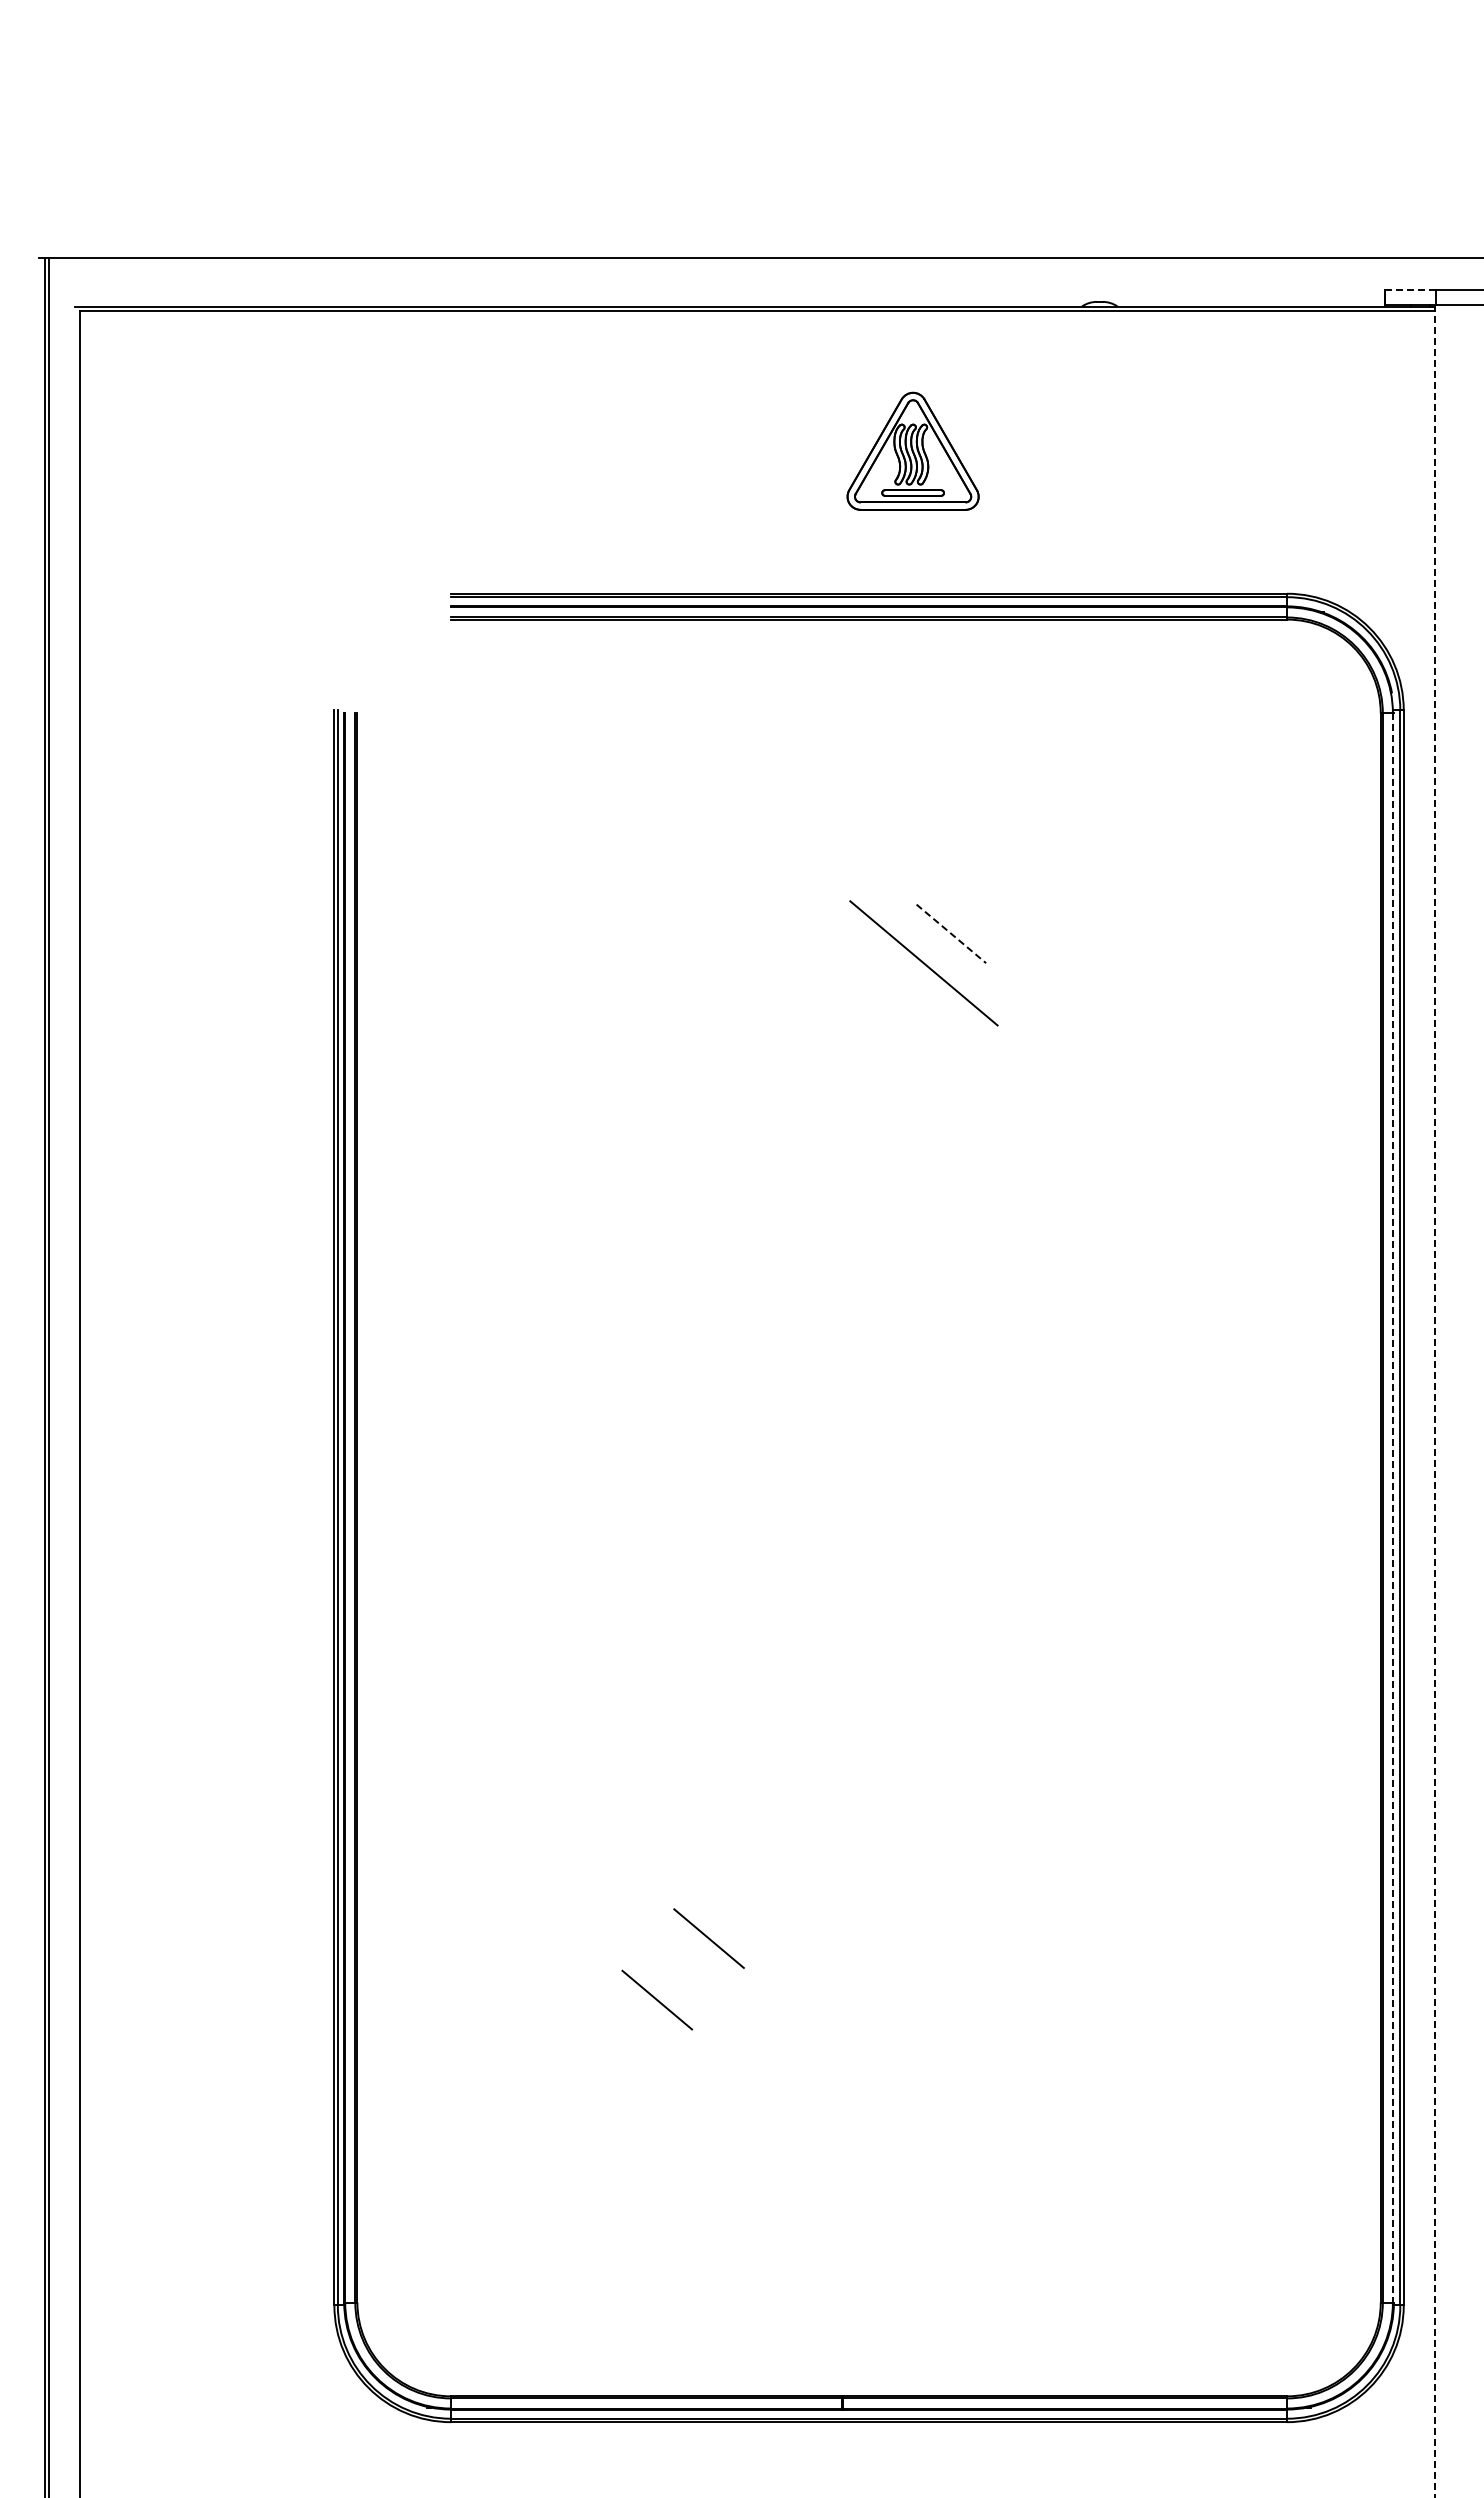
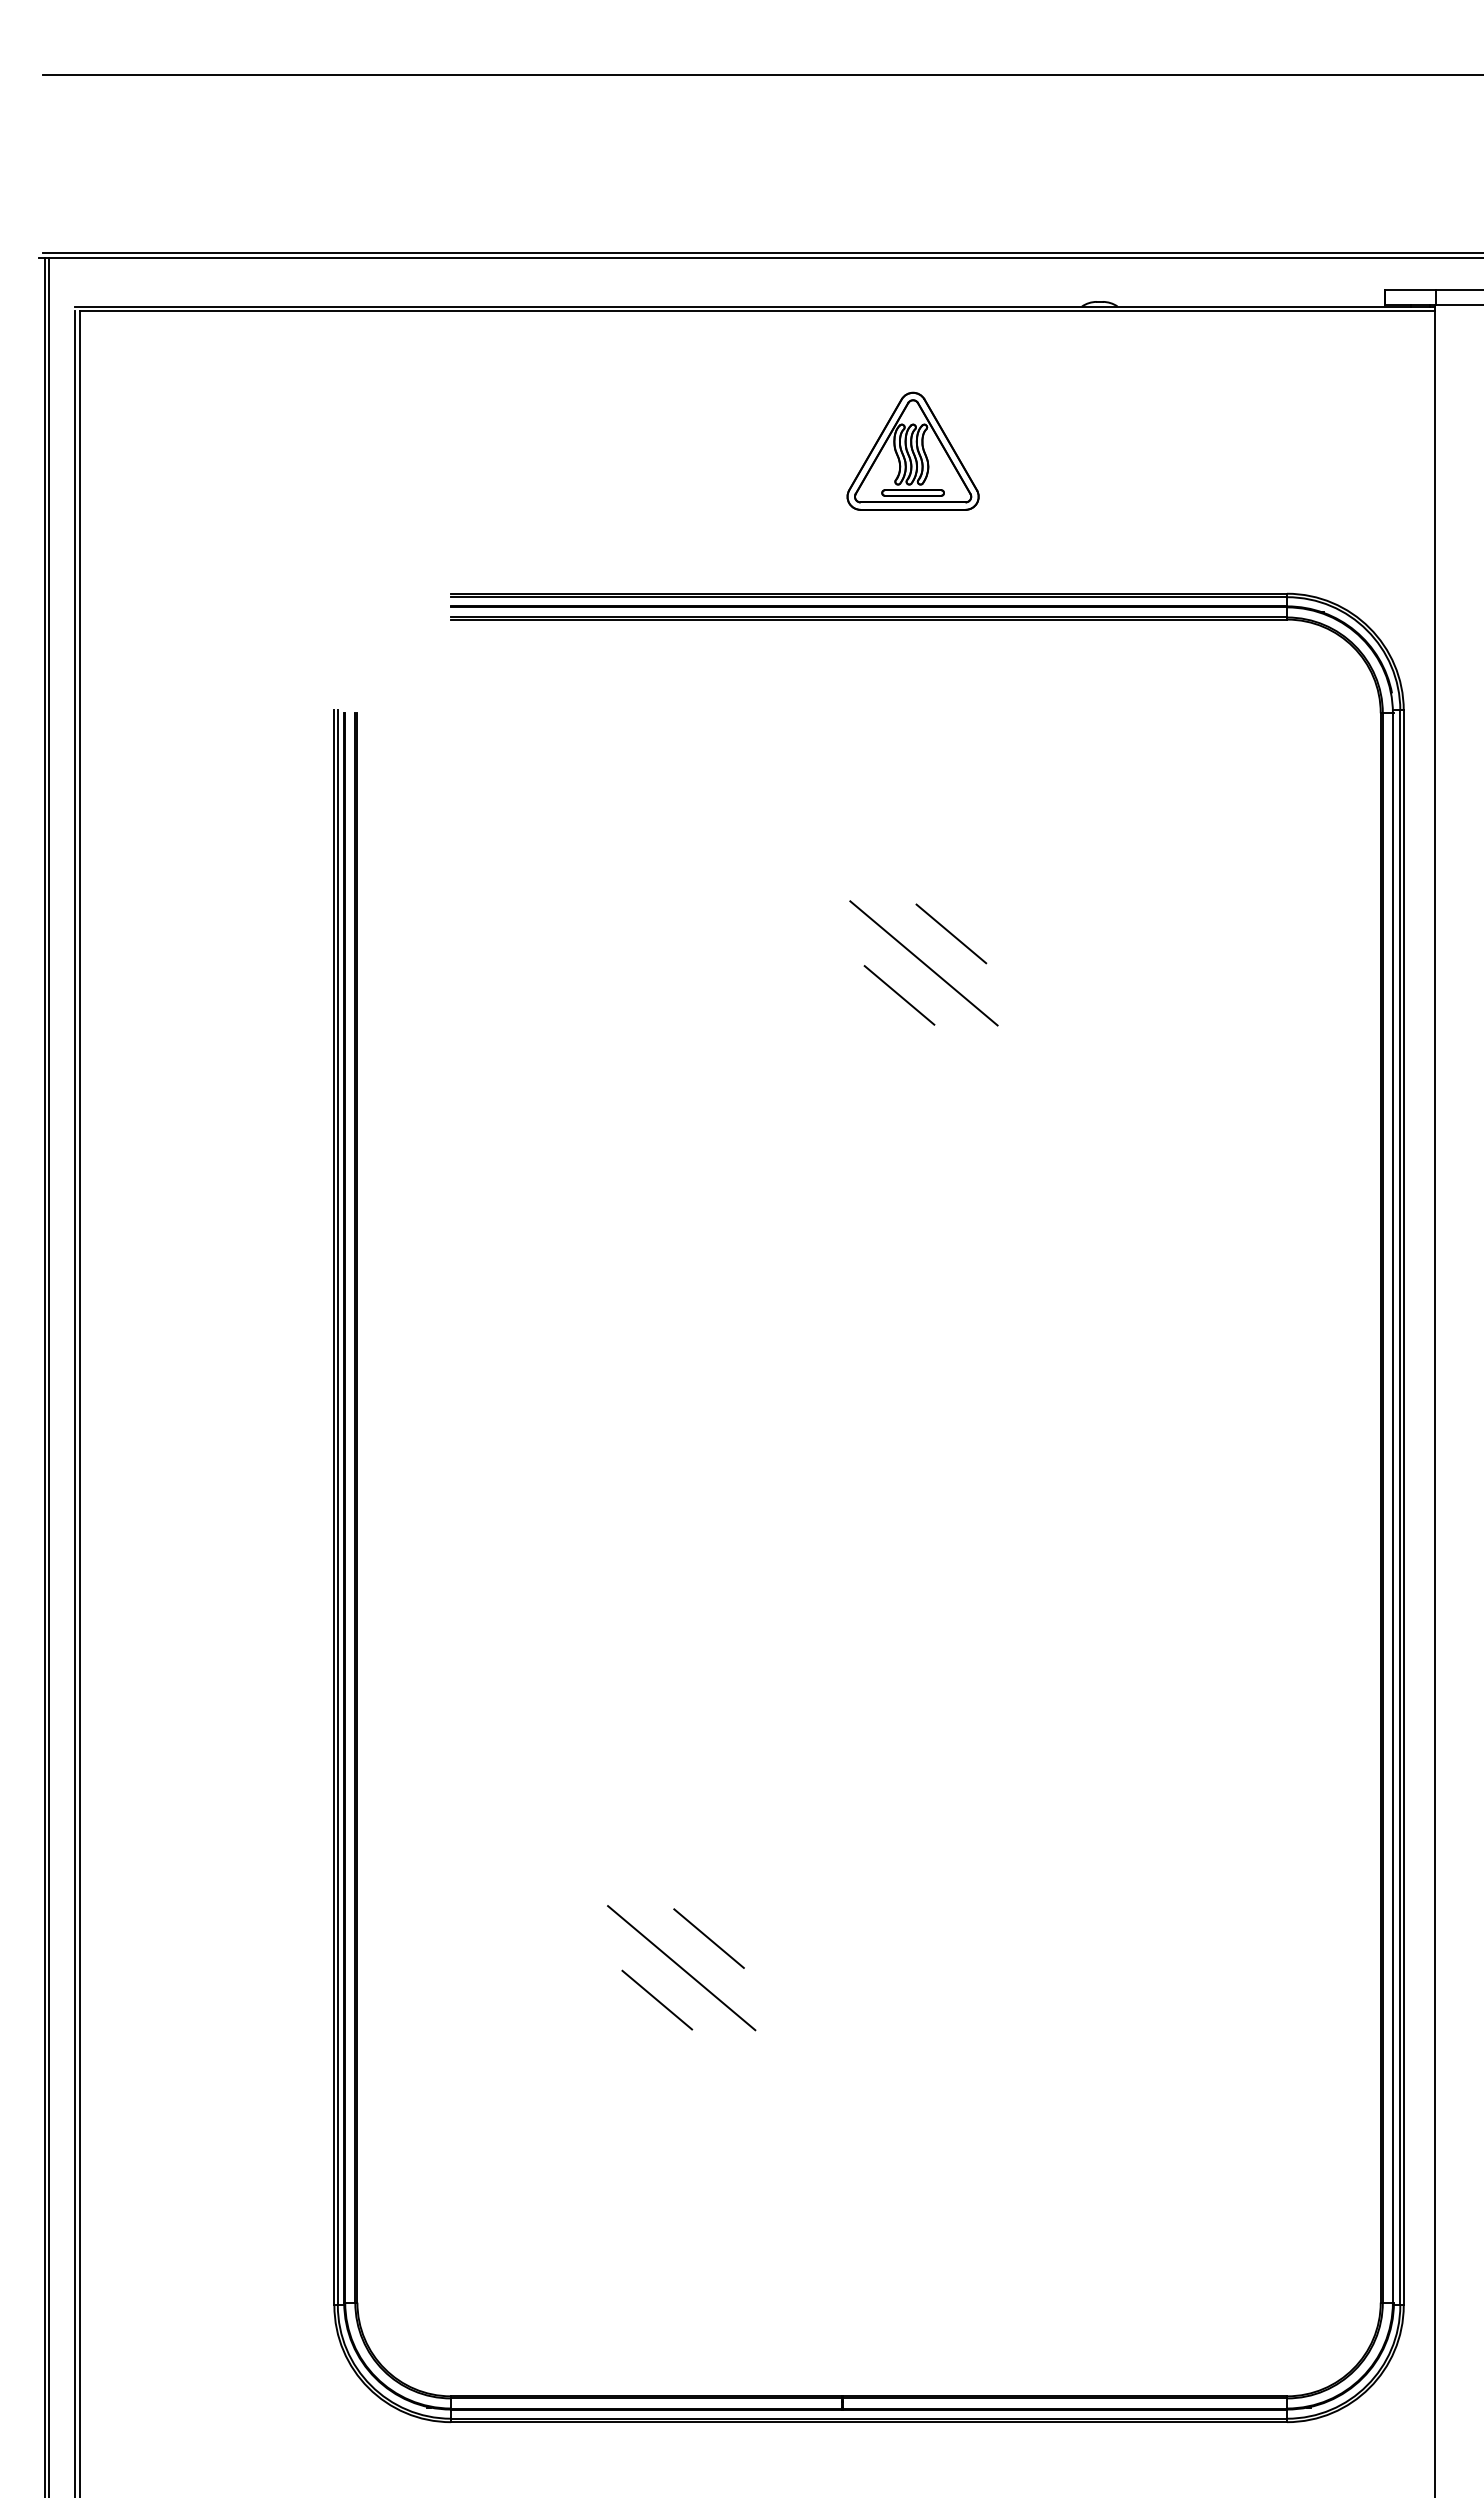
line at (761, 74): none -> present
line at (761, 253): none -> present
line at (1410, 289): dashed -> solid
line at (951, 934): dashed -> solid
line at (899, 995): none -> present
line at (1435, 1401): dashed -> solid
line at (75, 1402): none -> present
line at (1392, 1507): dashed -> solid
line at (681, 1968): none -> present
